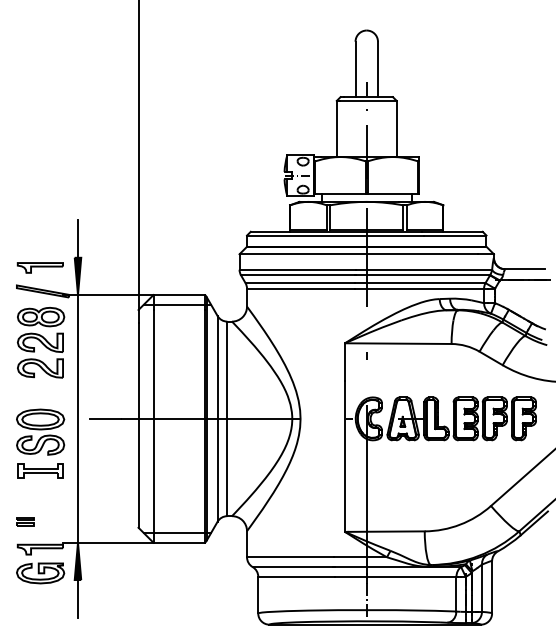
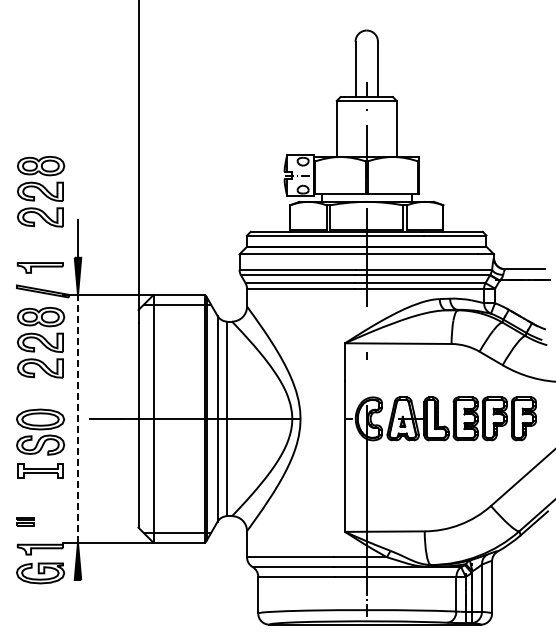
part at (41, 191): none -> present
line at (78, 418): solid -> dashed
line at (78, 598): present -> none
